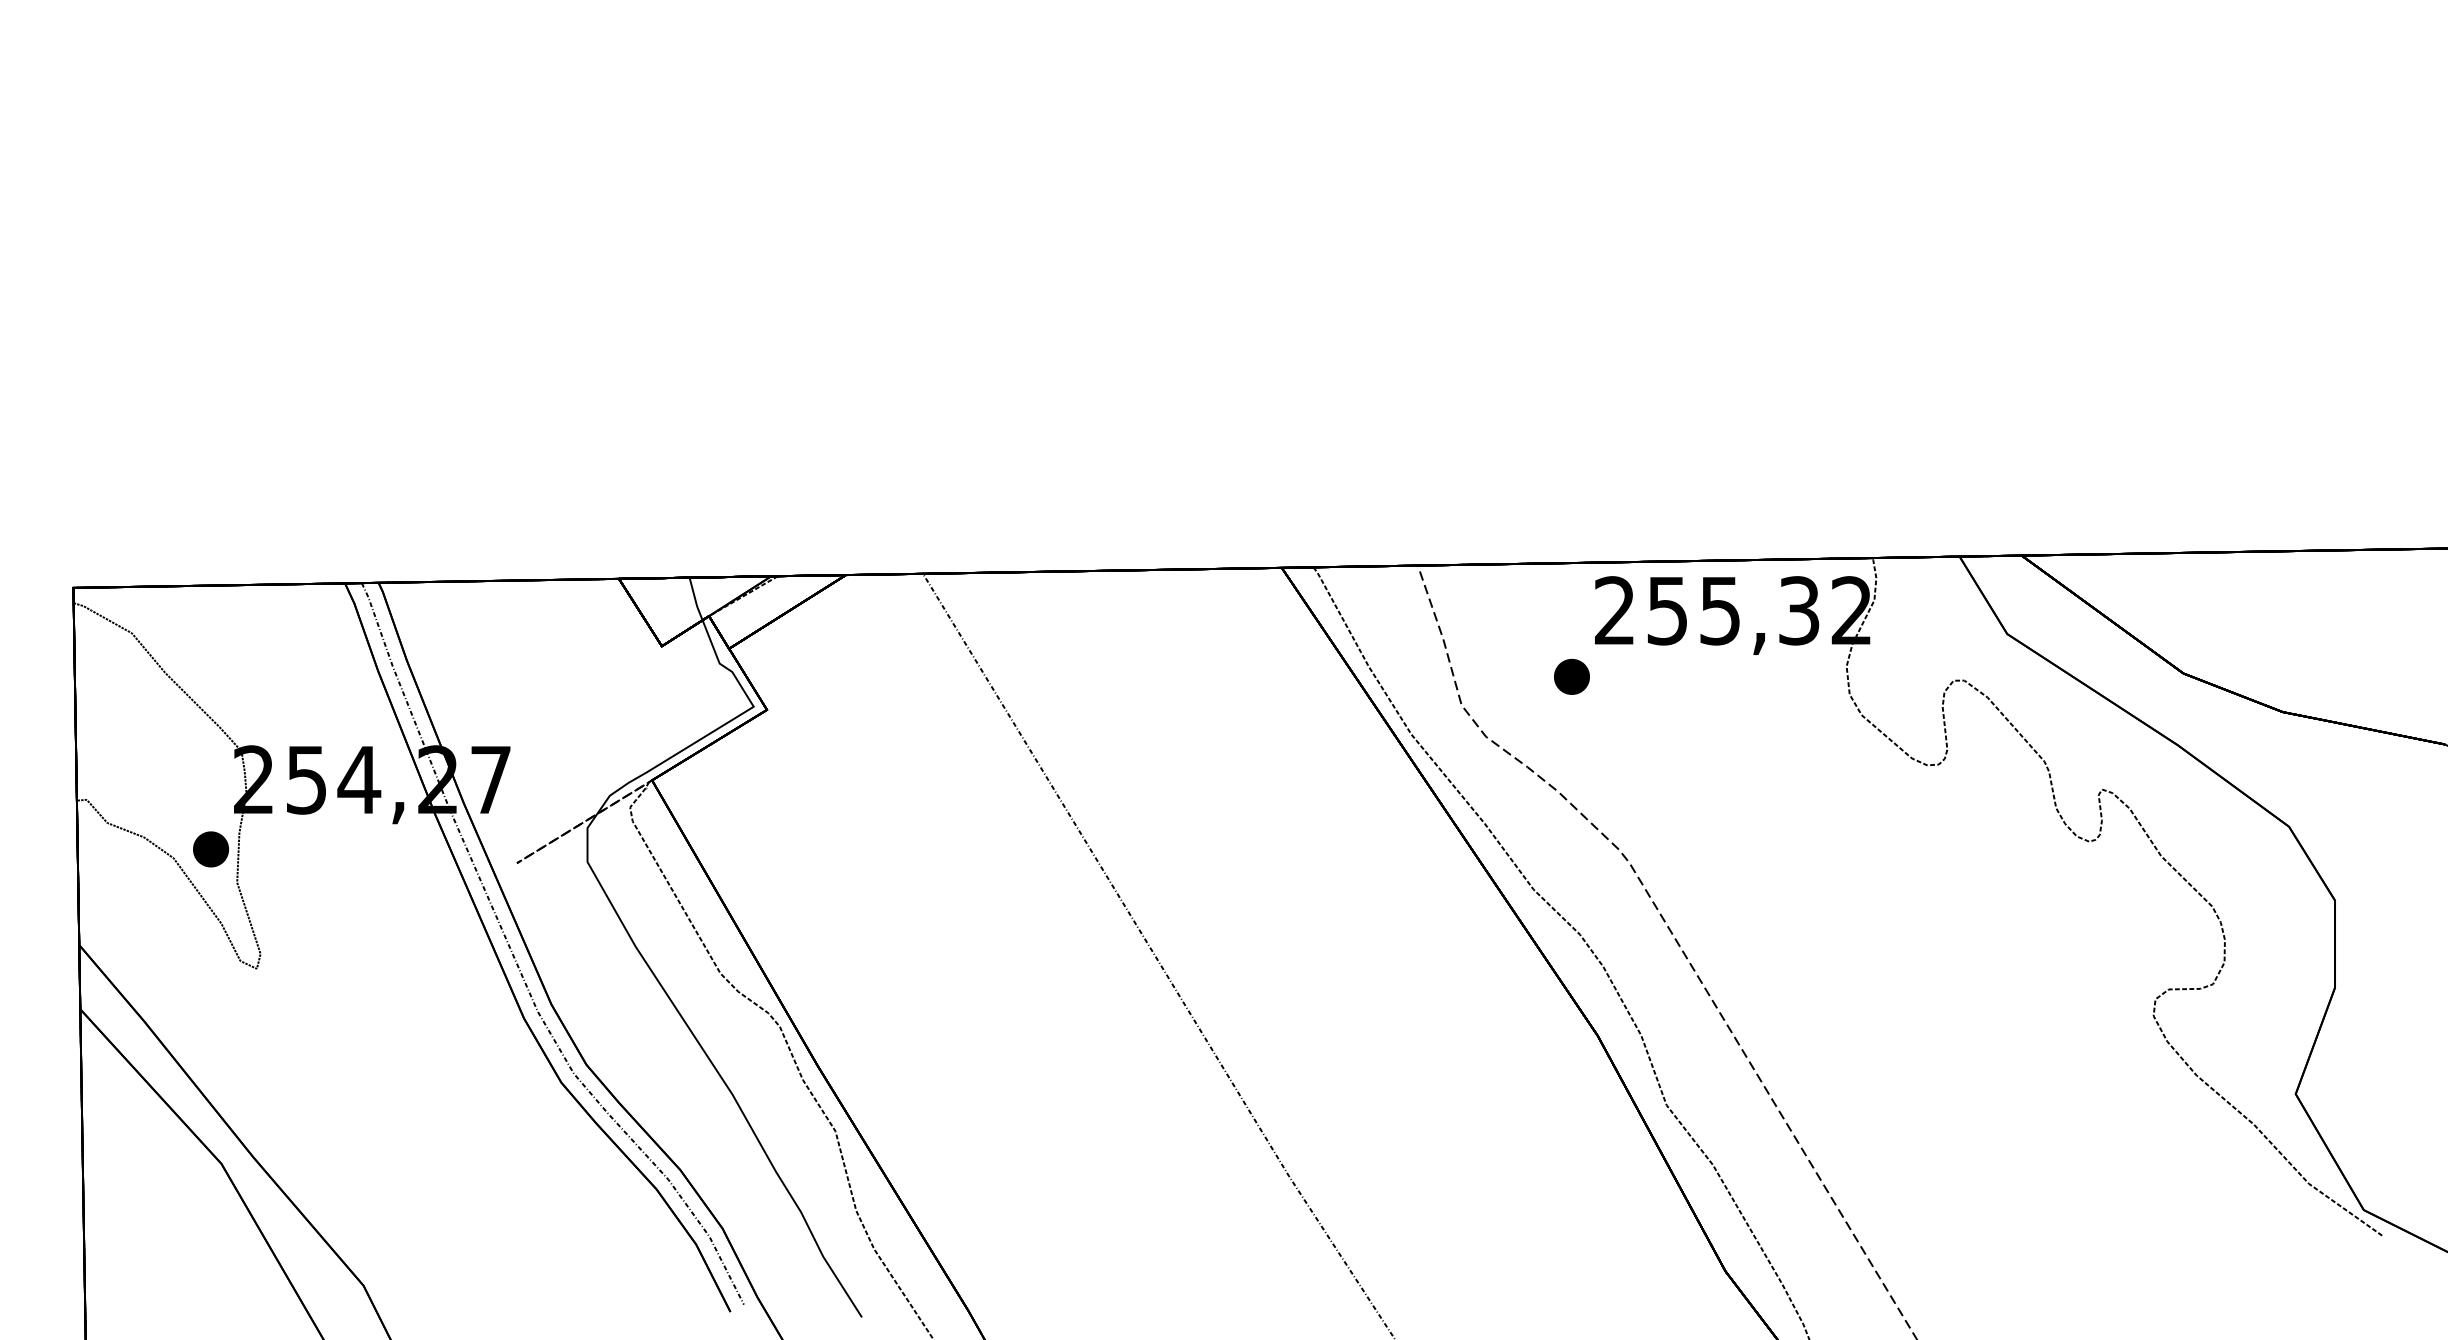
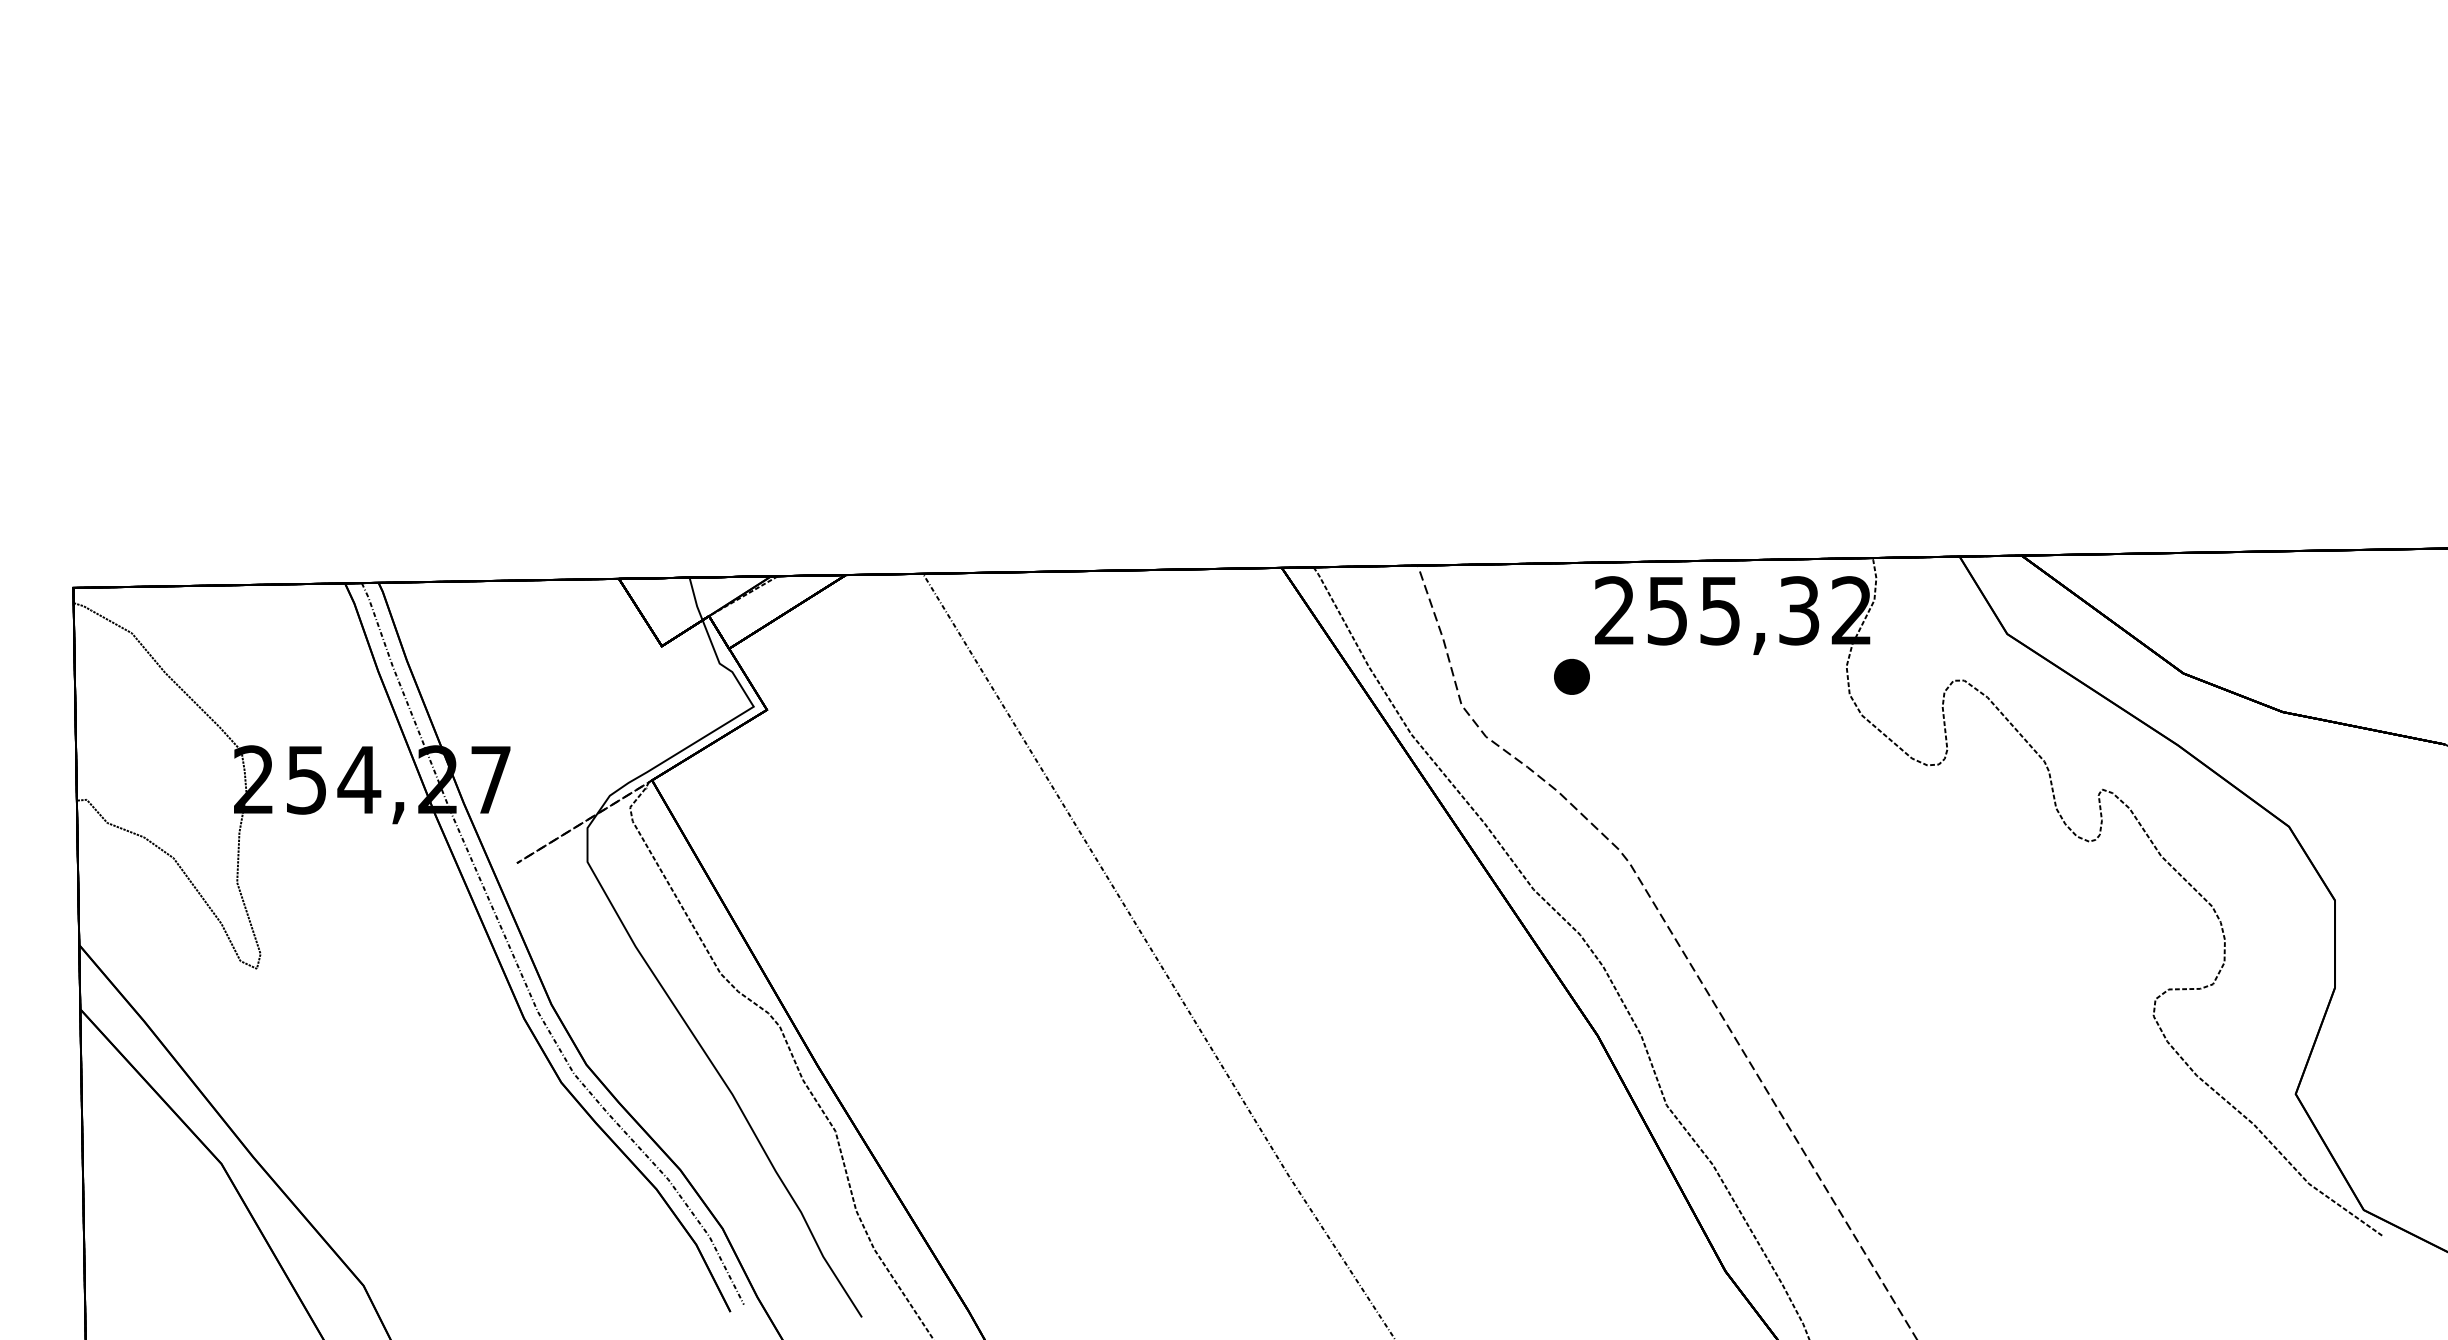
part at (210, 849): present -> none
